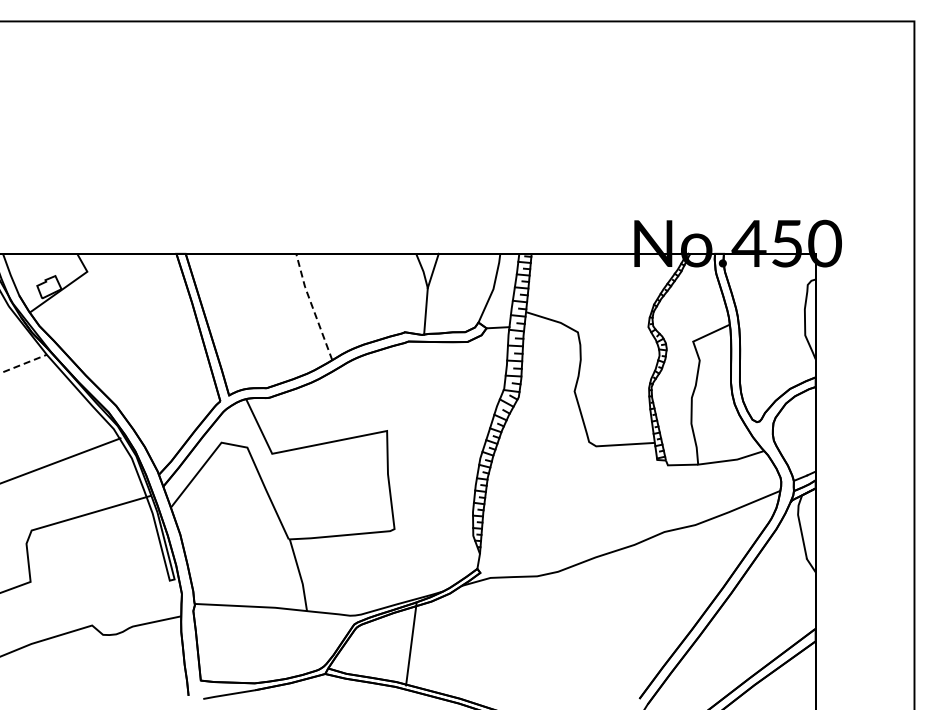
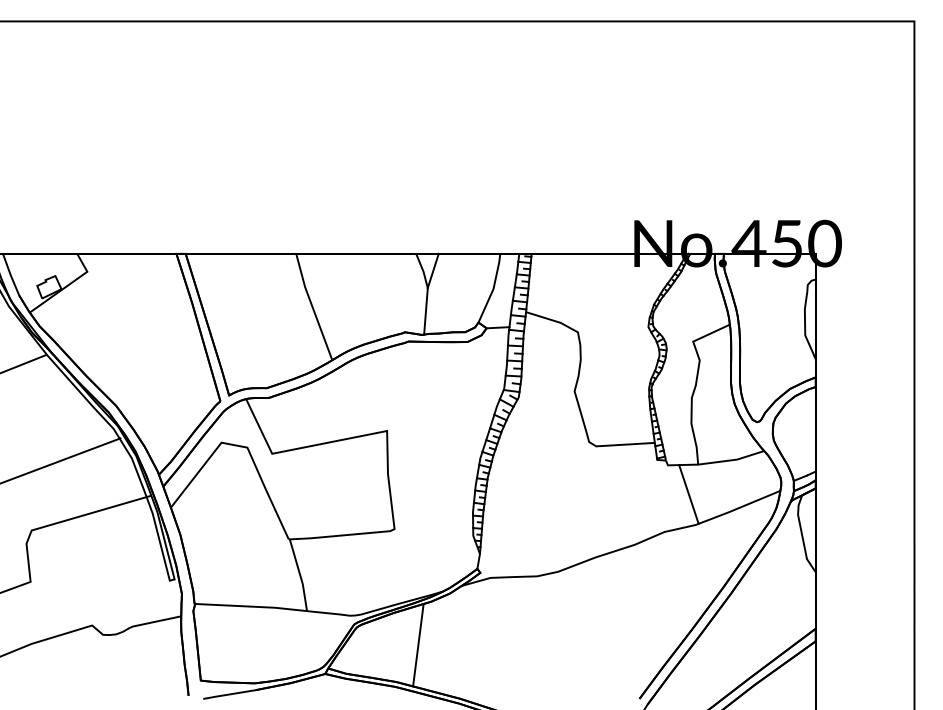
line at (312, 306): dashed -> solid
line at (23, 364): dashed -> solid
line at (688, 494): none -> present
line at (411, 644) position: (411, 644) -> (418, 645)
